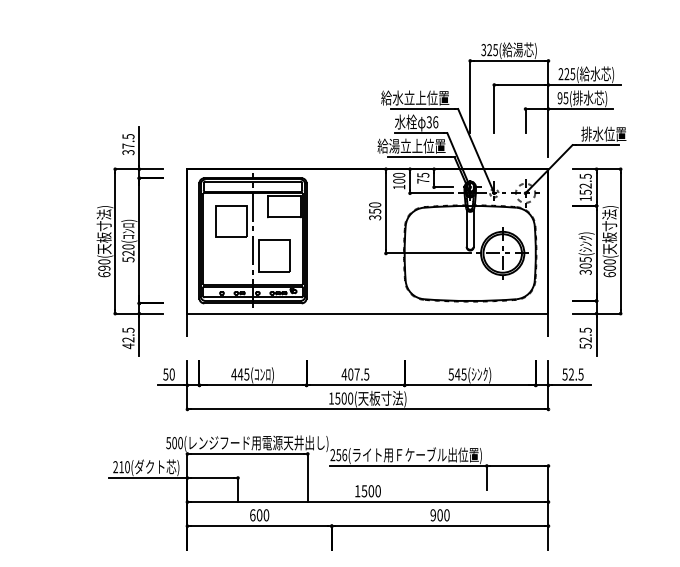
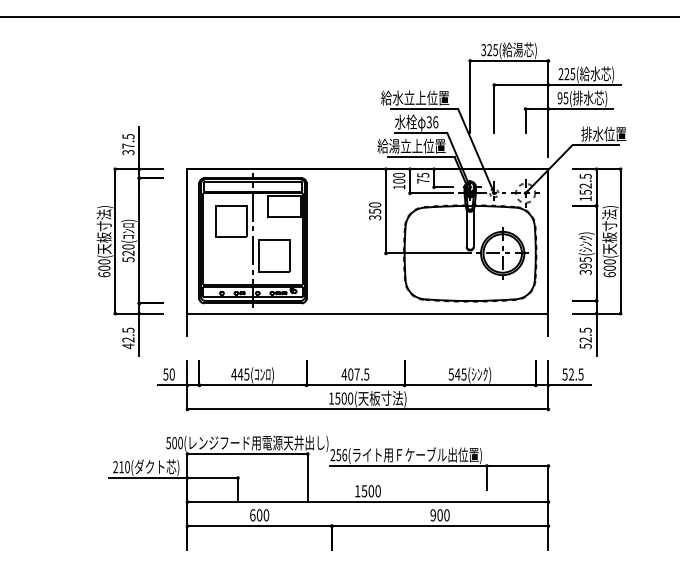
line at (339, 16): none -> present
text at (585, 265): 305( -> 395(
text at (104, 267): 690( -> 600(
